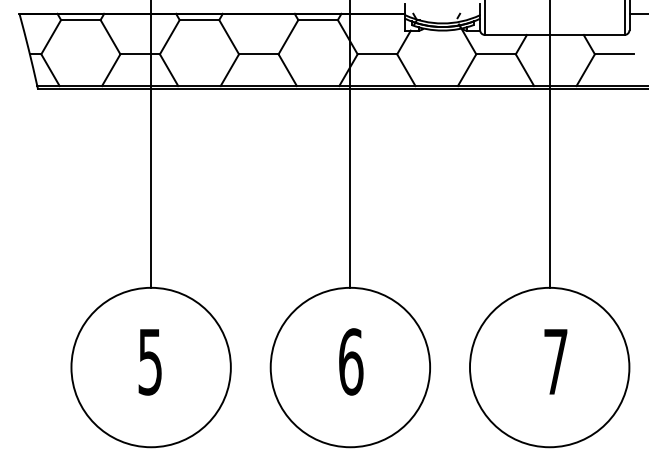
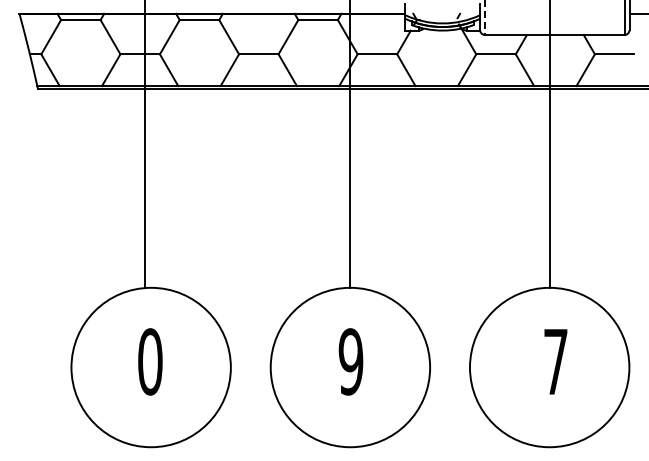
line at (485, 18): solid -> dashed
line at (151, 144) position: (151, 144) -> (145, 144)
text at (150, 361): 5 -> 0
text at (350, 361): 6 -> 9
